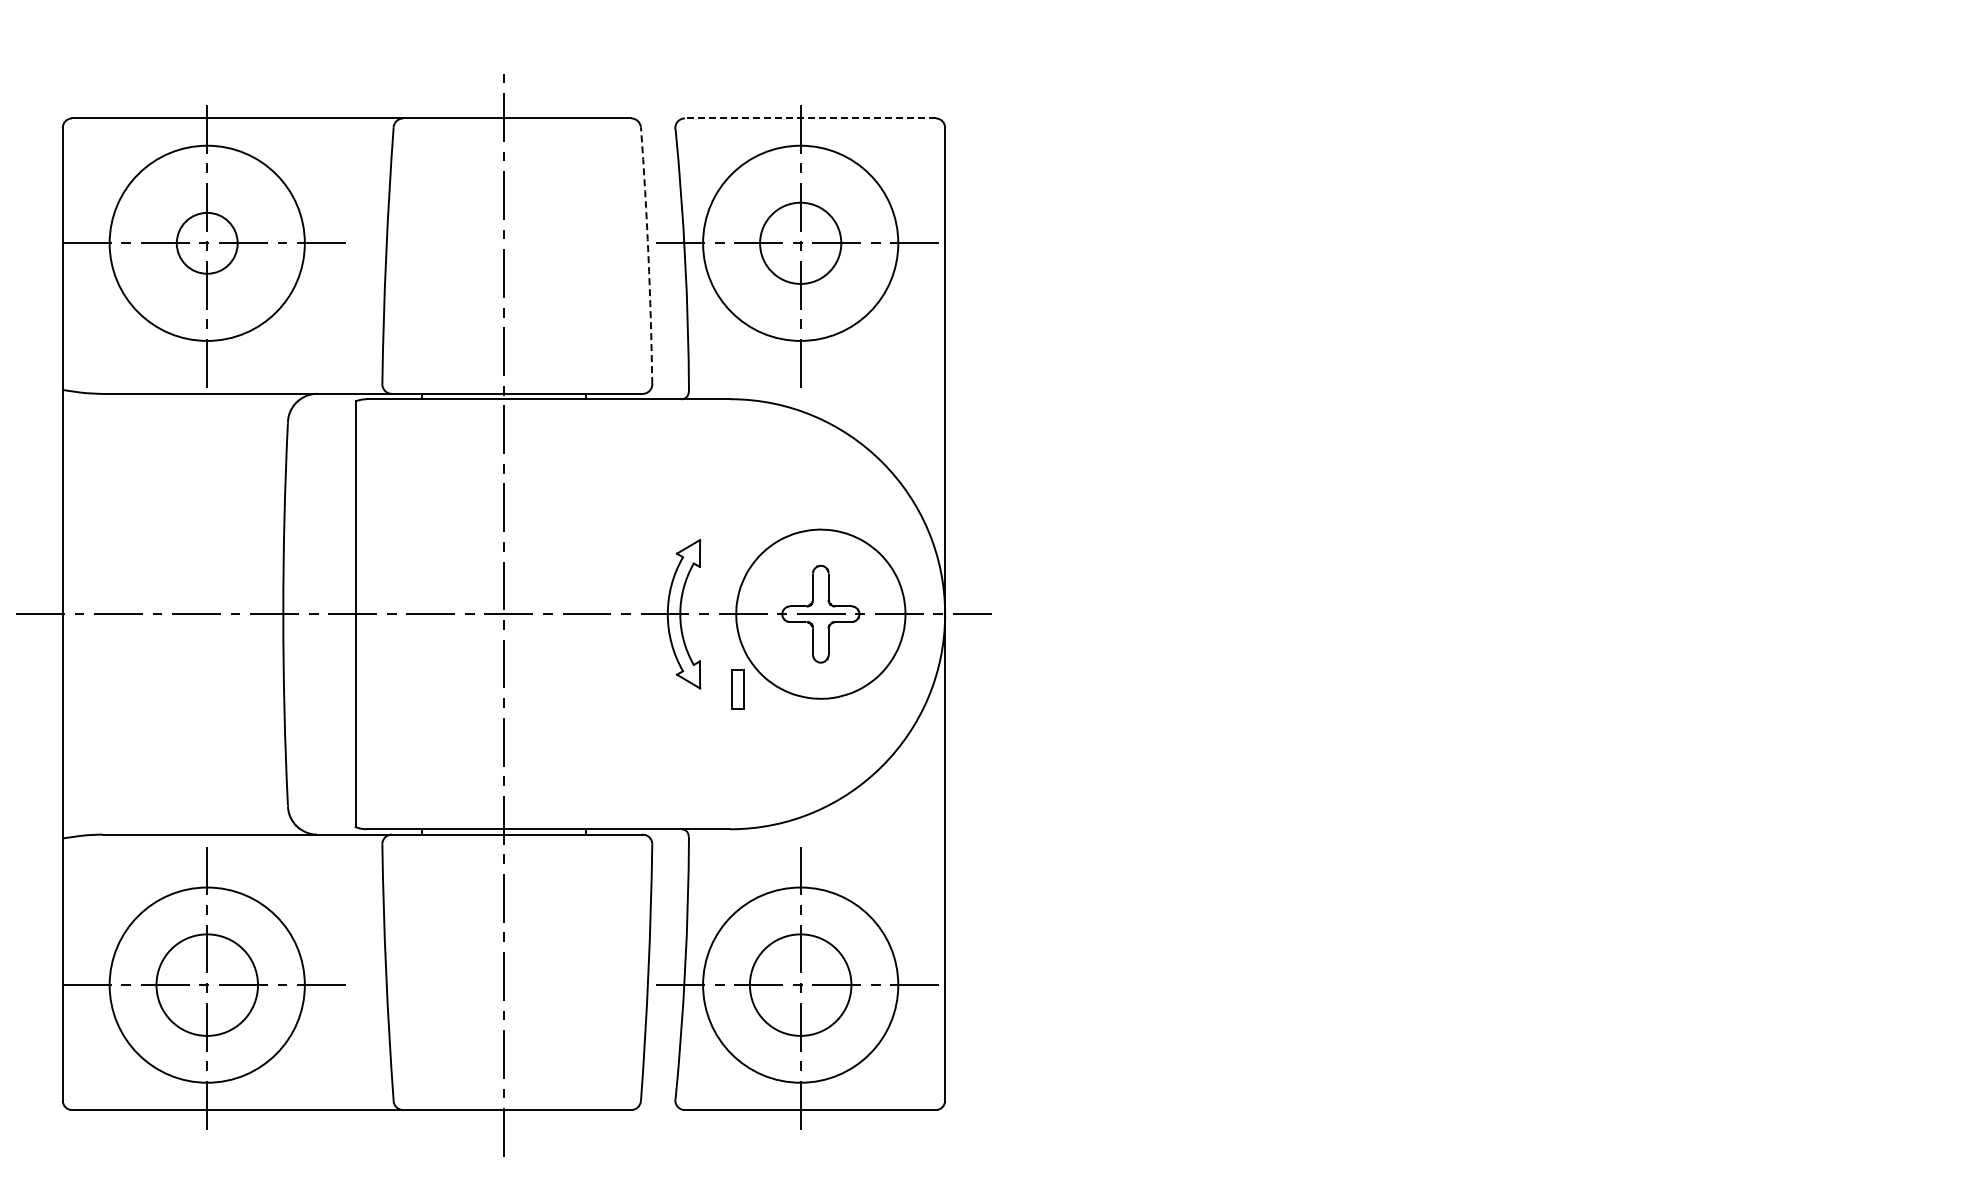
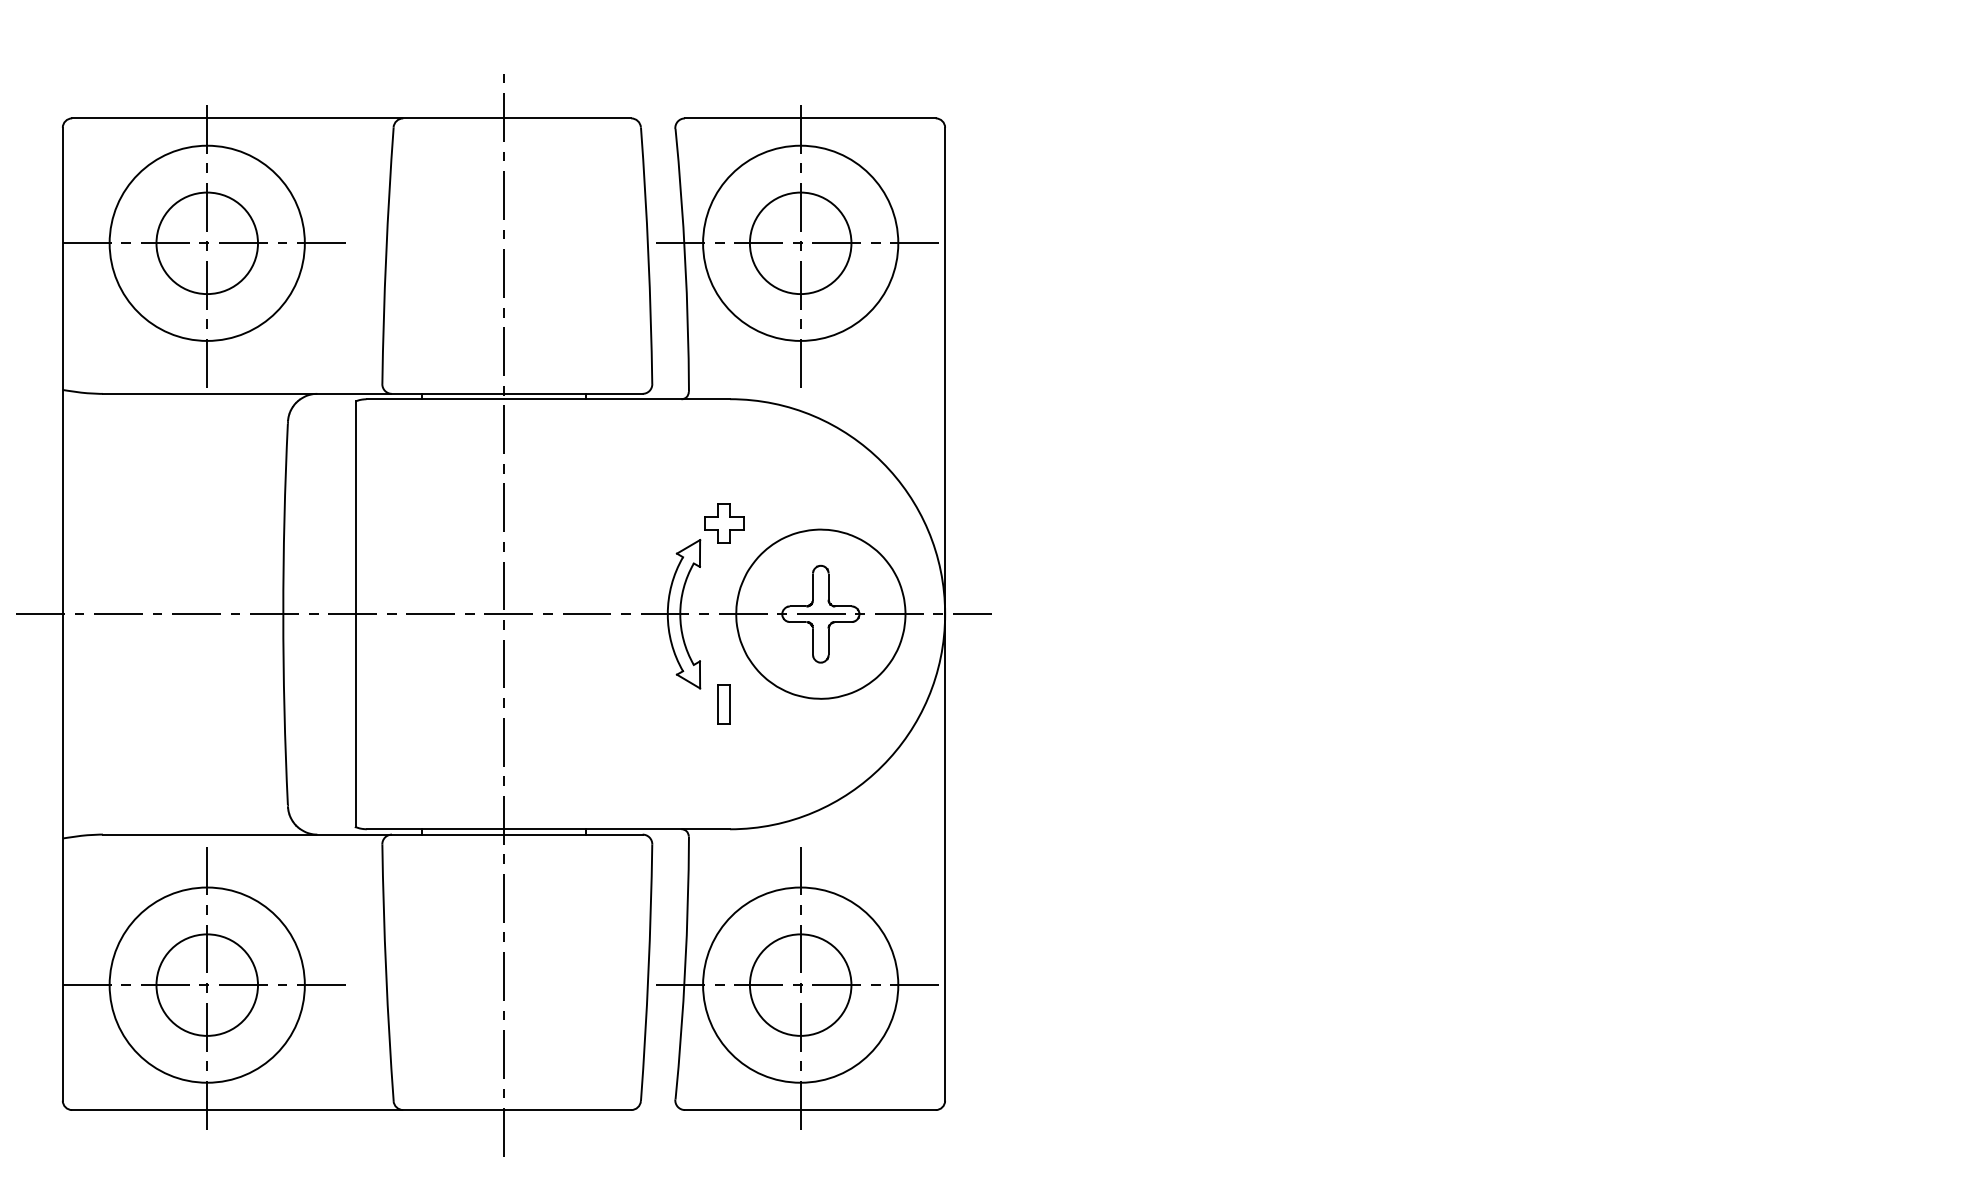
line at (809, 118): dashed -> solid
circle at (206, 242) diameter: 61 px -> 102 px
circle at (800, 242) diameter: 81 px -> 102 px
arc at (648, 255): dashed -> solid
part at (724, 523): none -> present
part at (737, 689) position: (737, 689) -> (723, 704)
